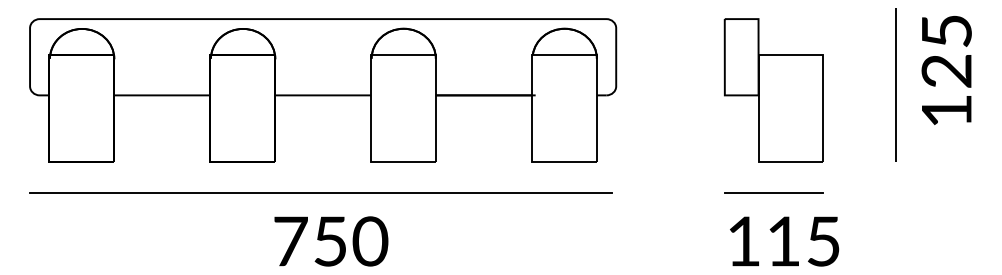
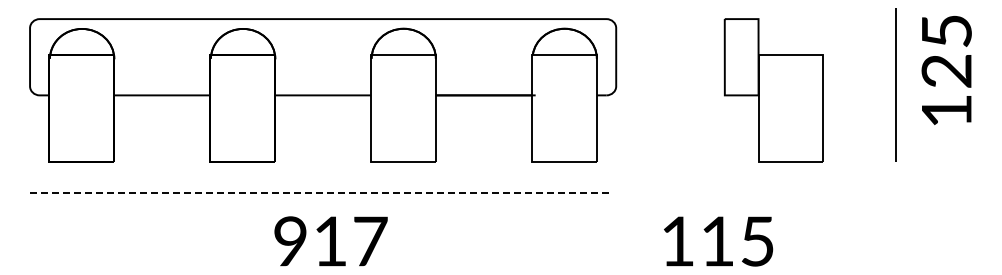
line at (320, 193): solid -> dashed
line at (773, 193): present -> none
text at (331, 241): 750 -> 917
text at (784, 241) position: (784, 241) -> (718, 241)
